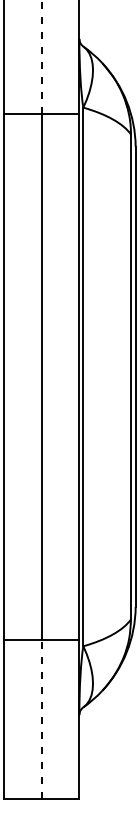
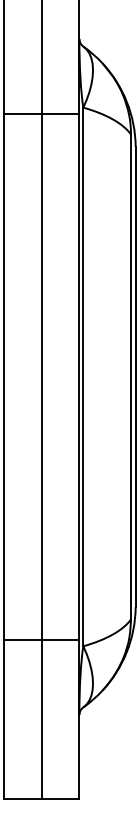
line at (41, 57): dashed -> solid
line at (41, 719): dashed -> solid
